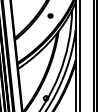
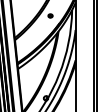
line at (80, 55): present -> none
